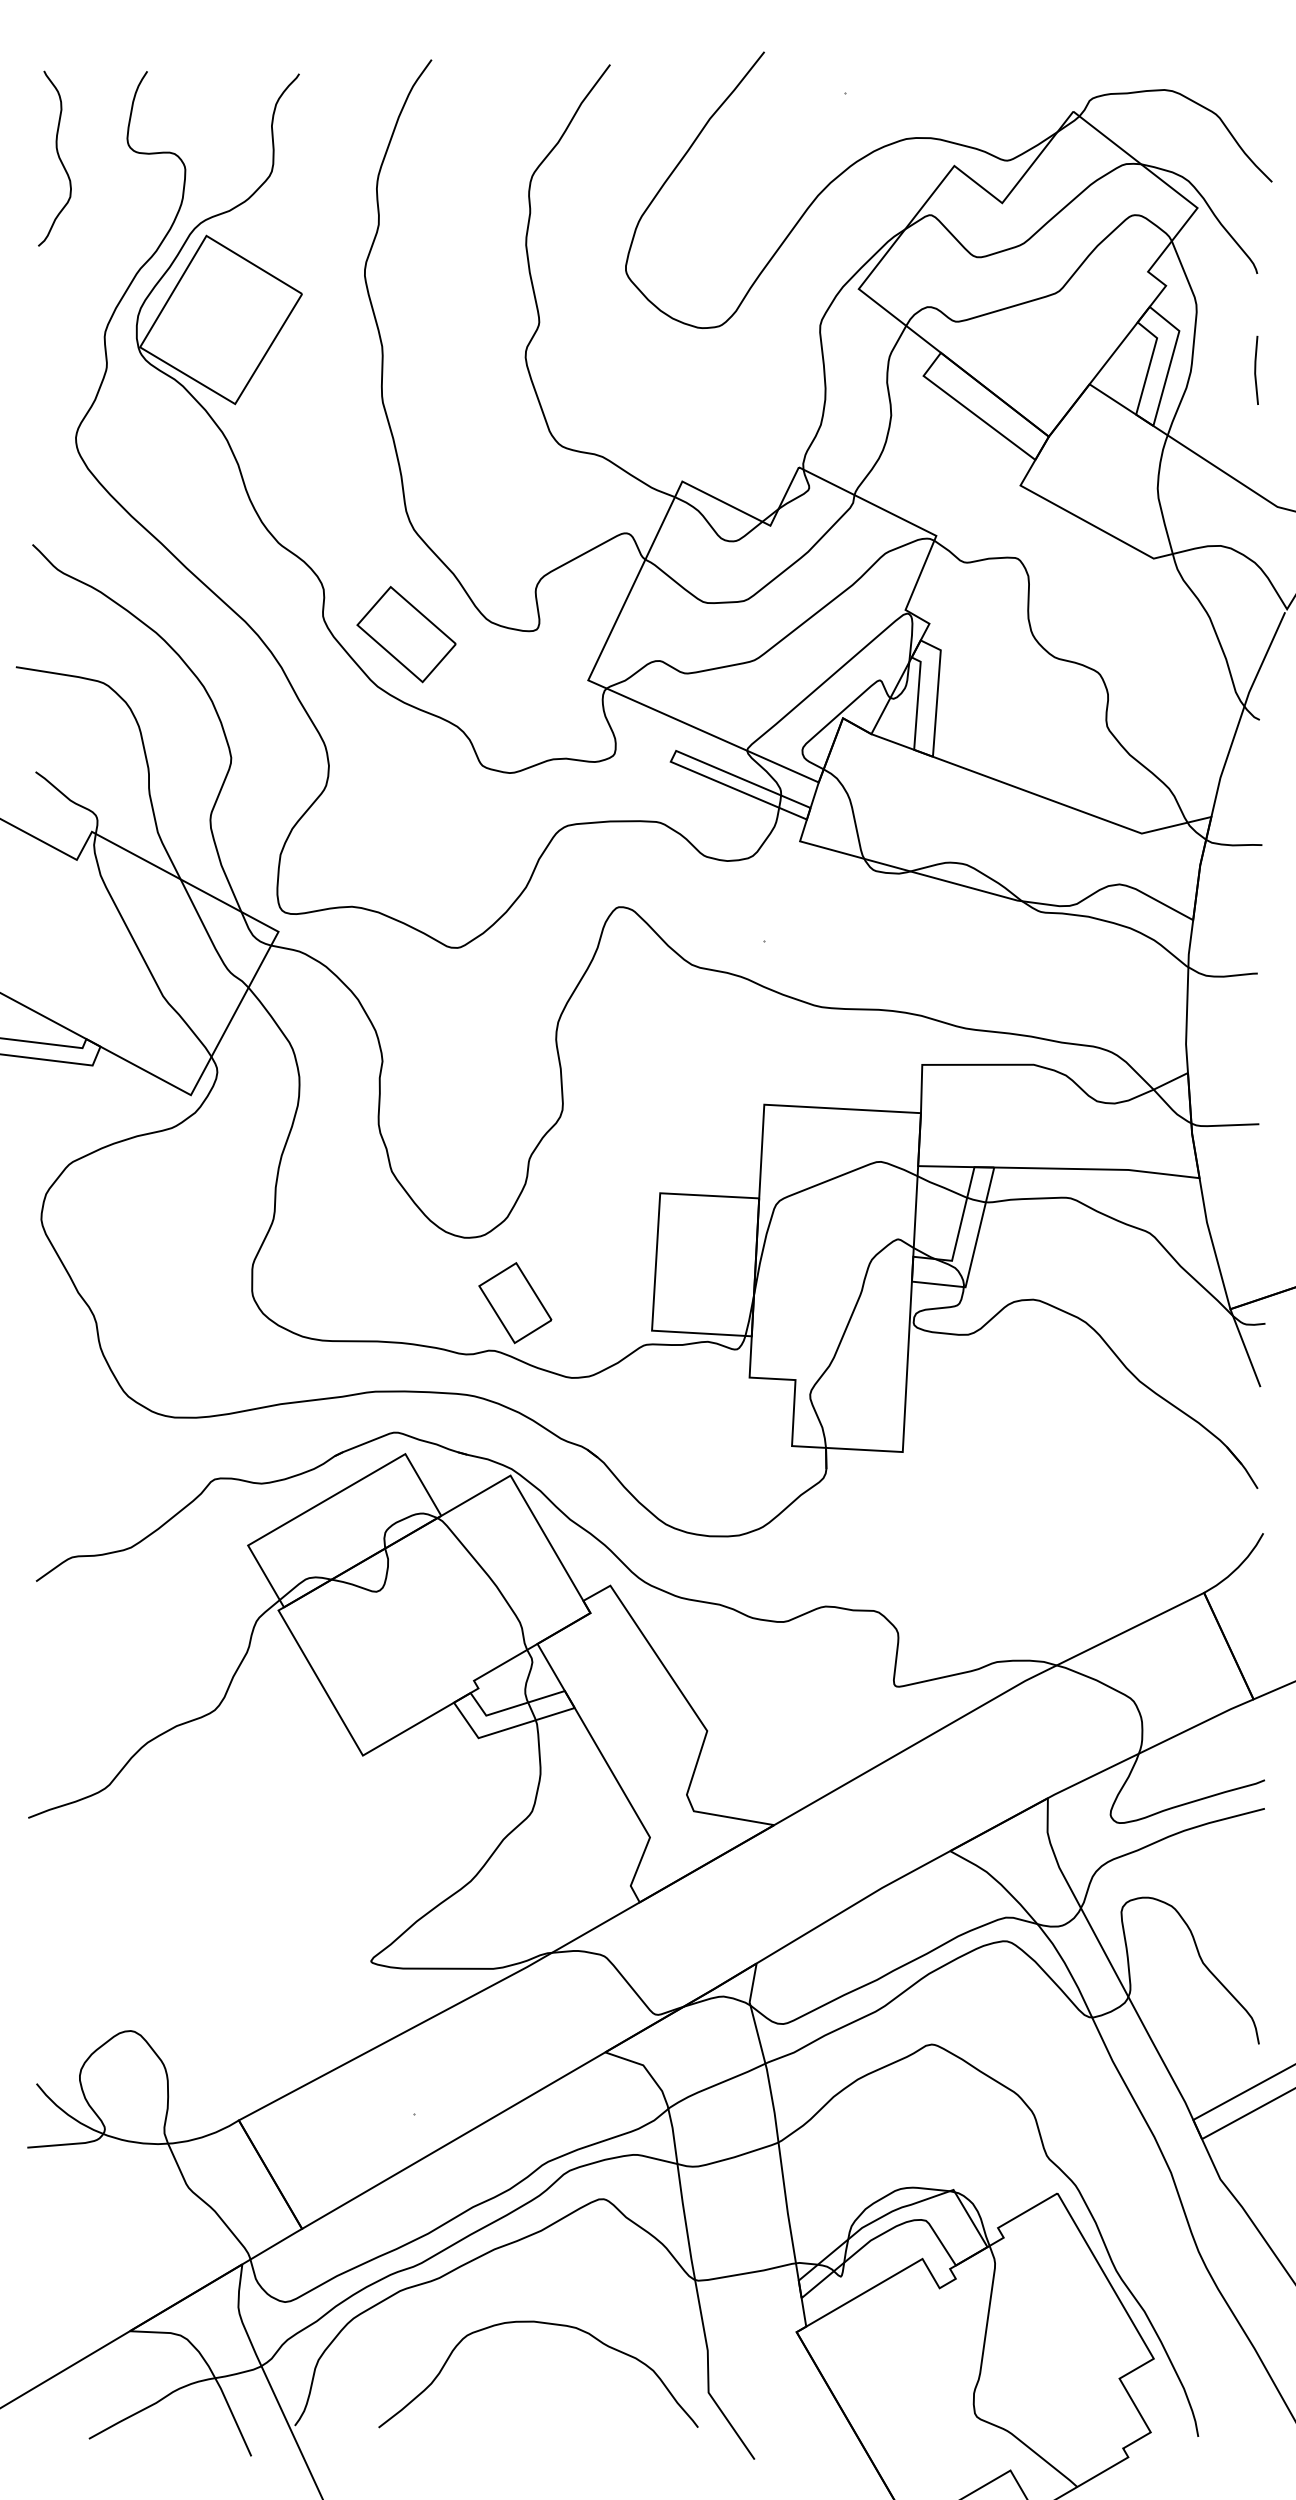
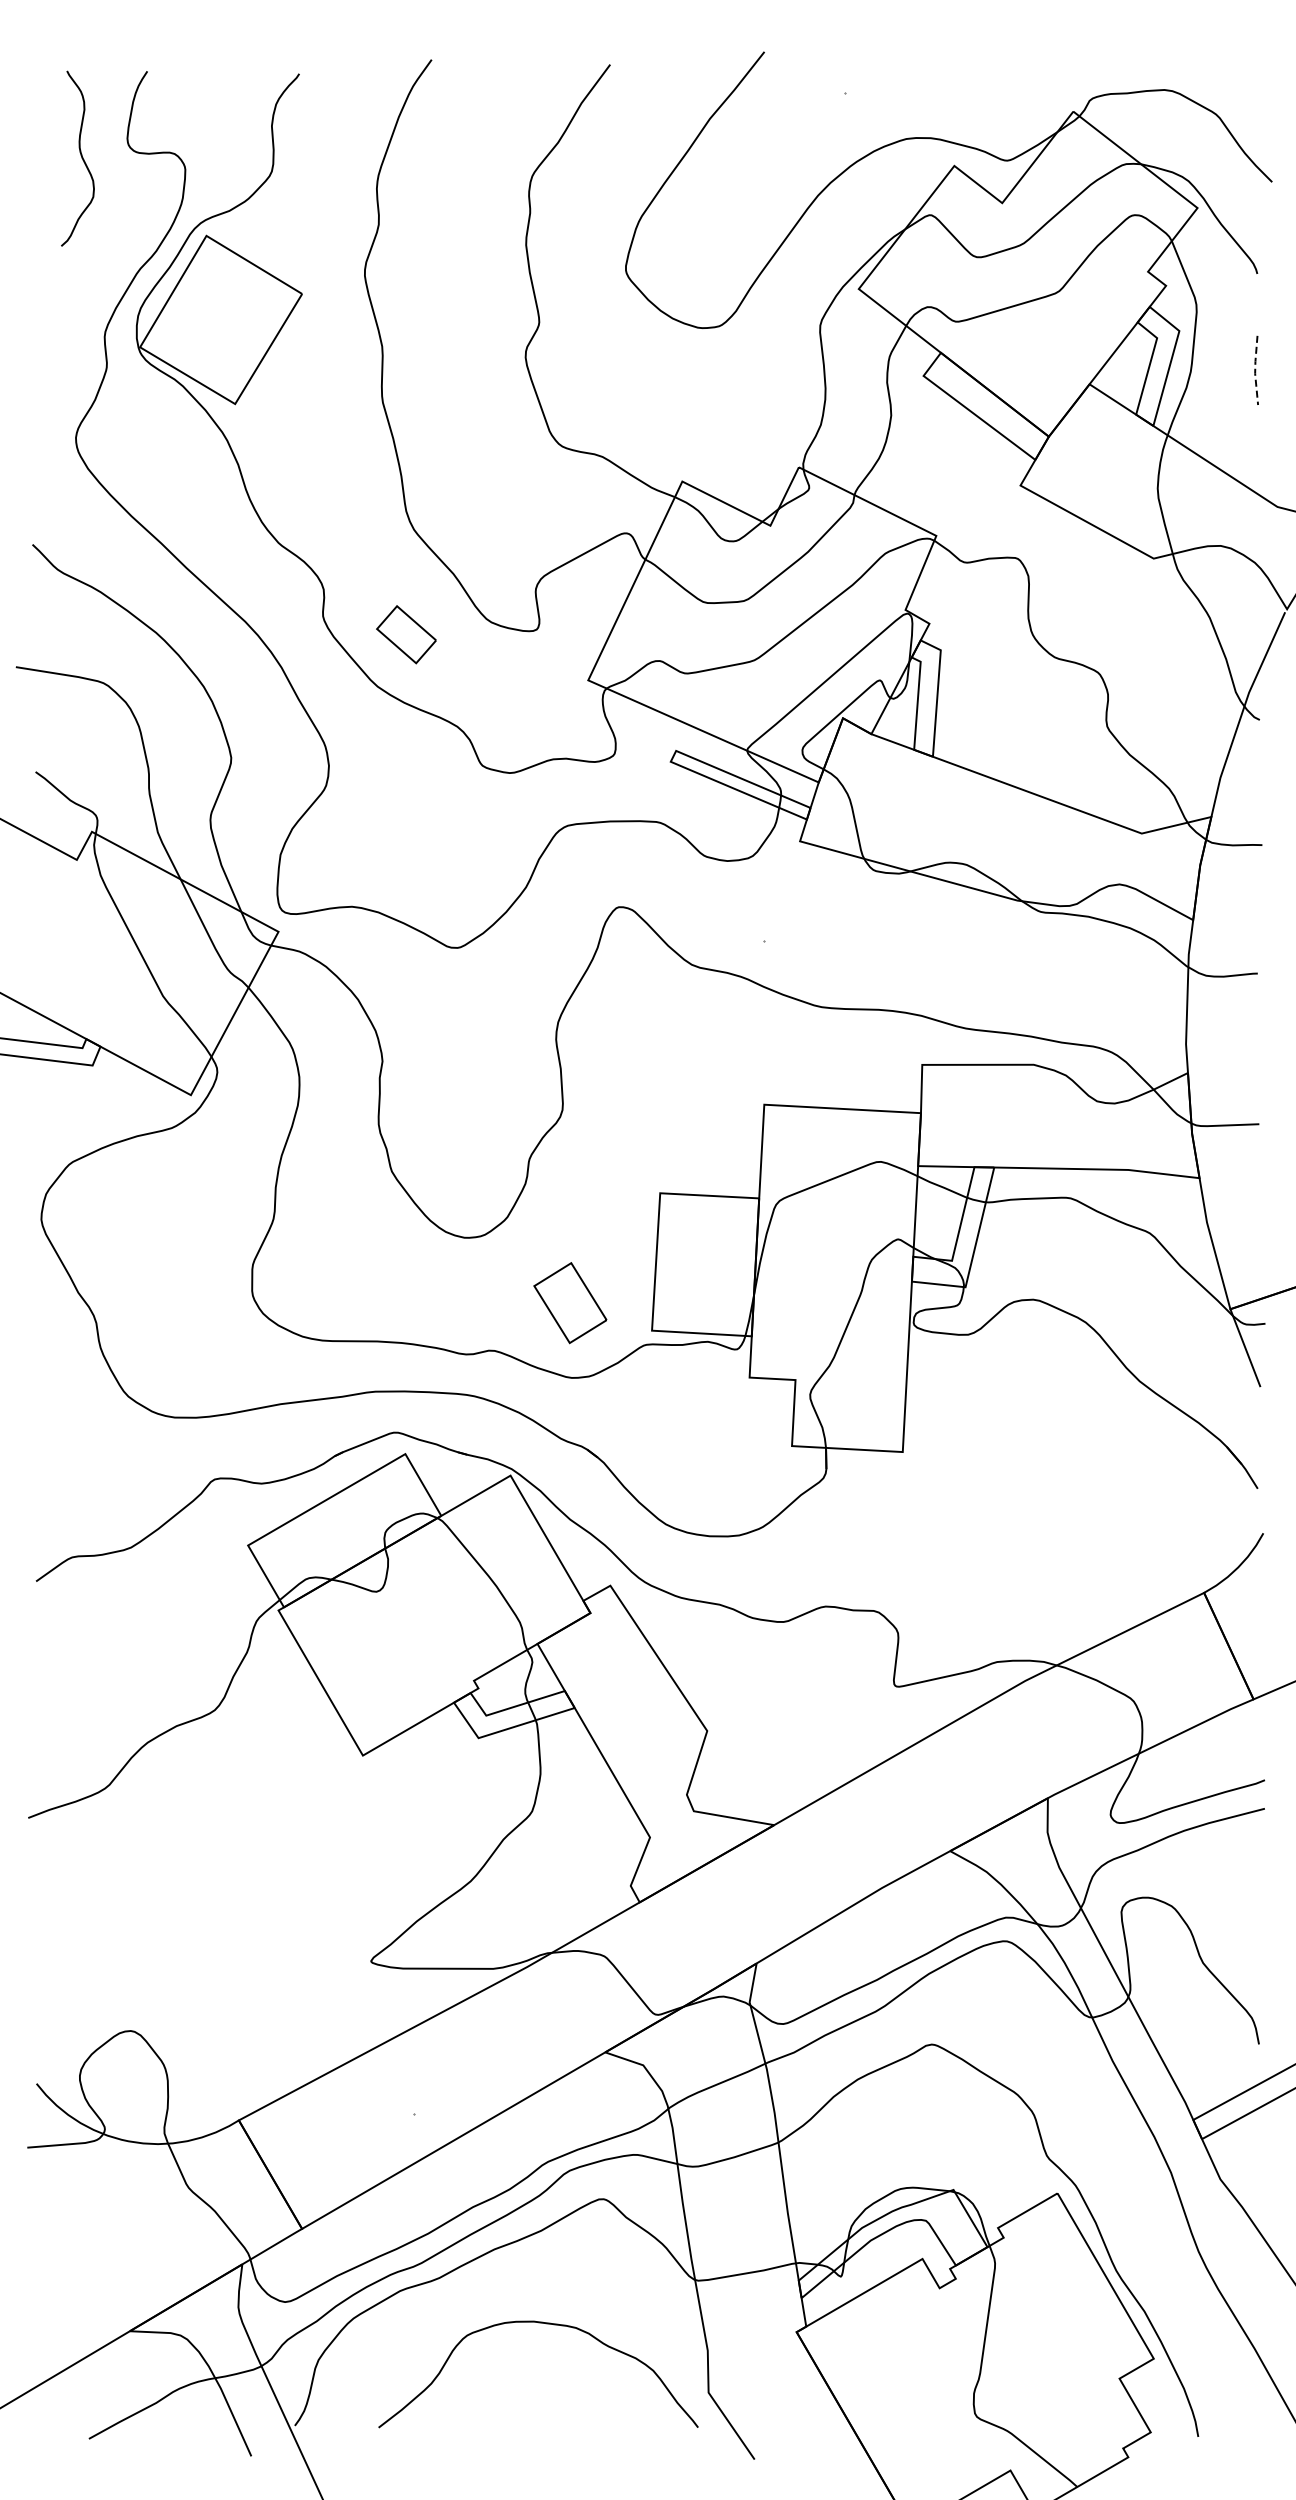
curve at (58, 158) position: (58, 158) -> (81, 158)
line at (1255, 370): solid -> dashed
part at (406, 634) size: 101x98 px -> 61x60 px
part at (515, 1303) position: (515, 1303) -> (570, 1303)
